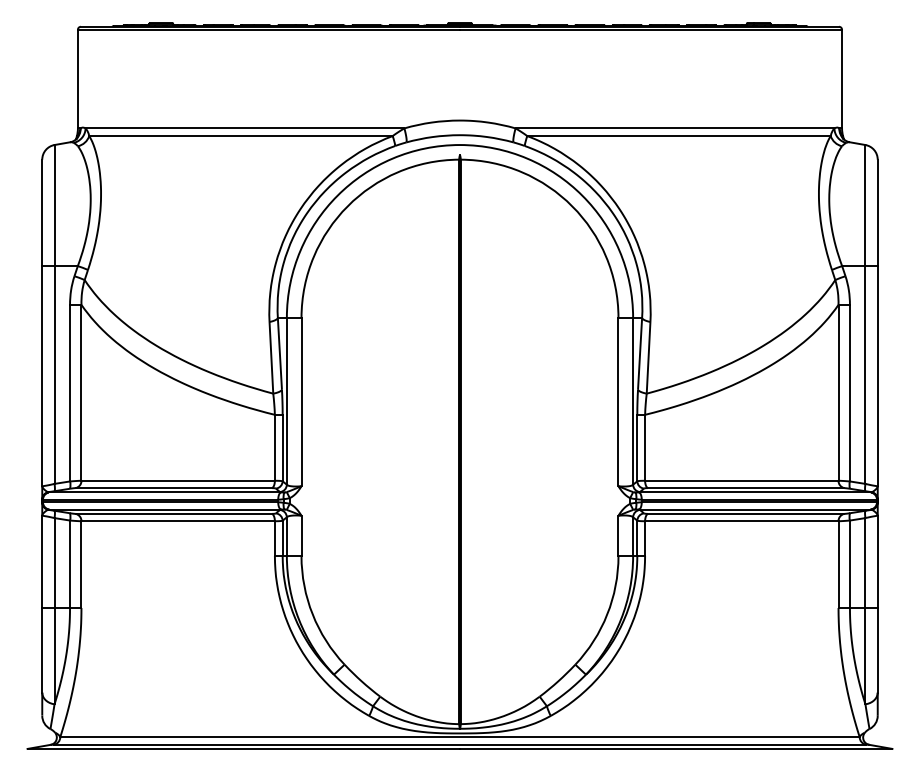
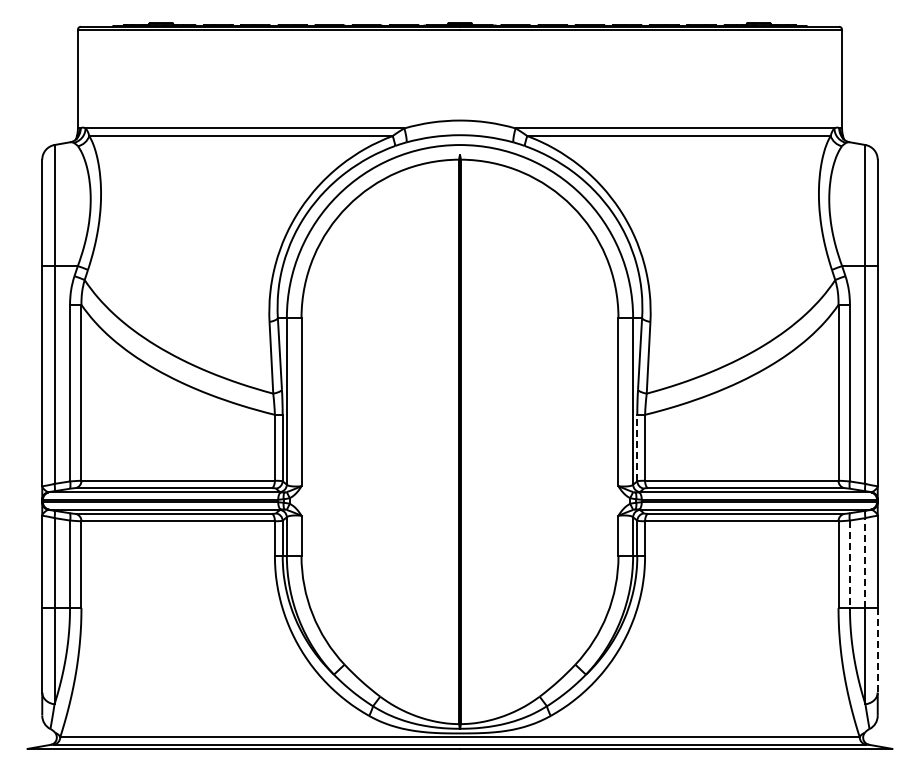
line at (637, 447): solid -> dashed
line at (865, 563): solid -> dashed
line at (849, 564): solid -> dashed
line at (877, 650): solid -> dashed
